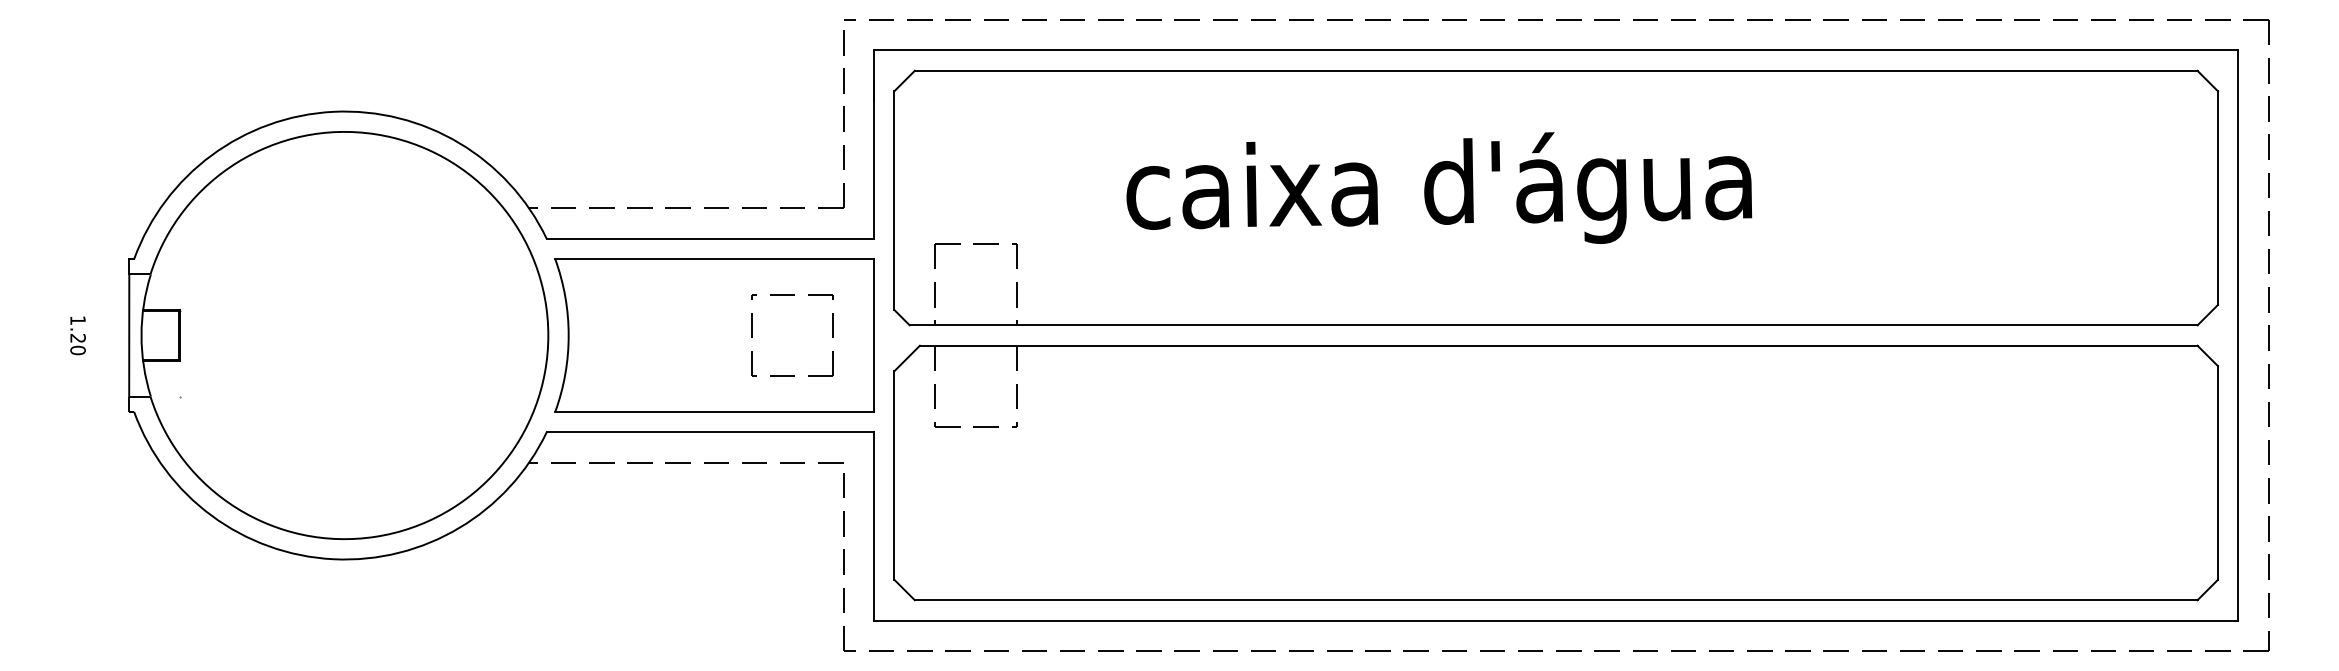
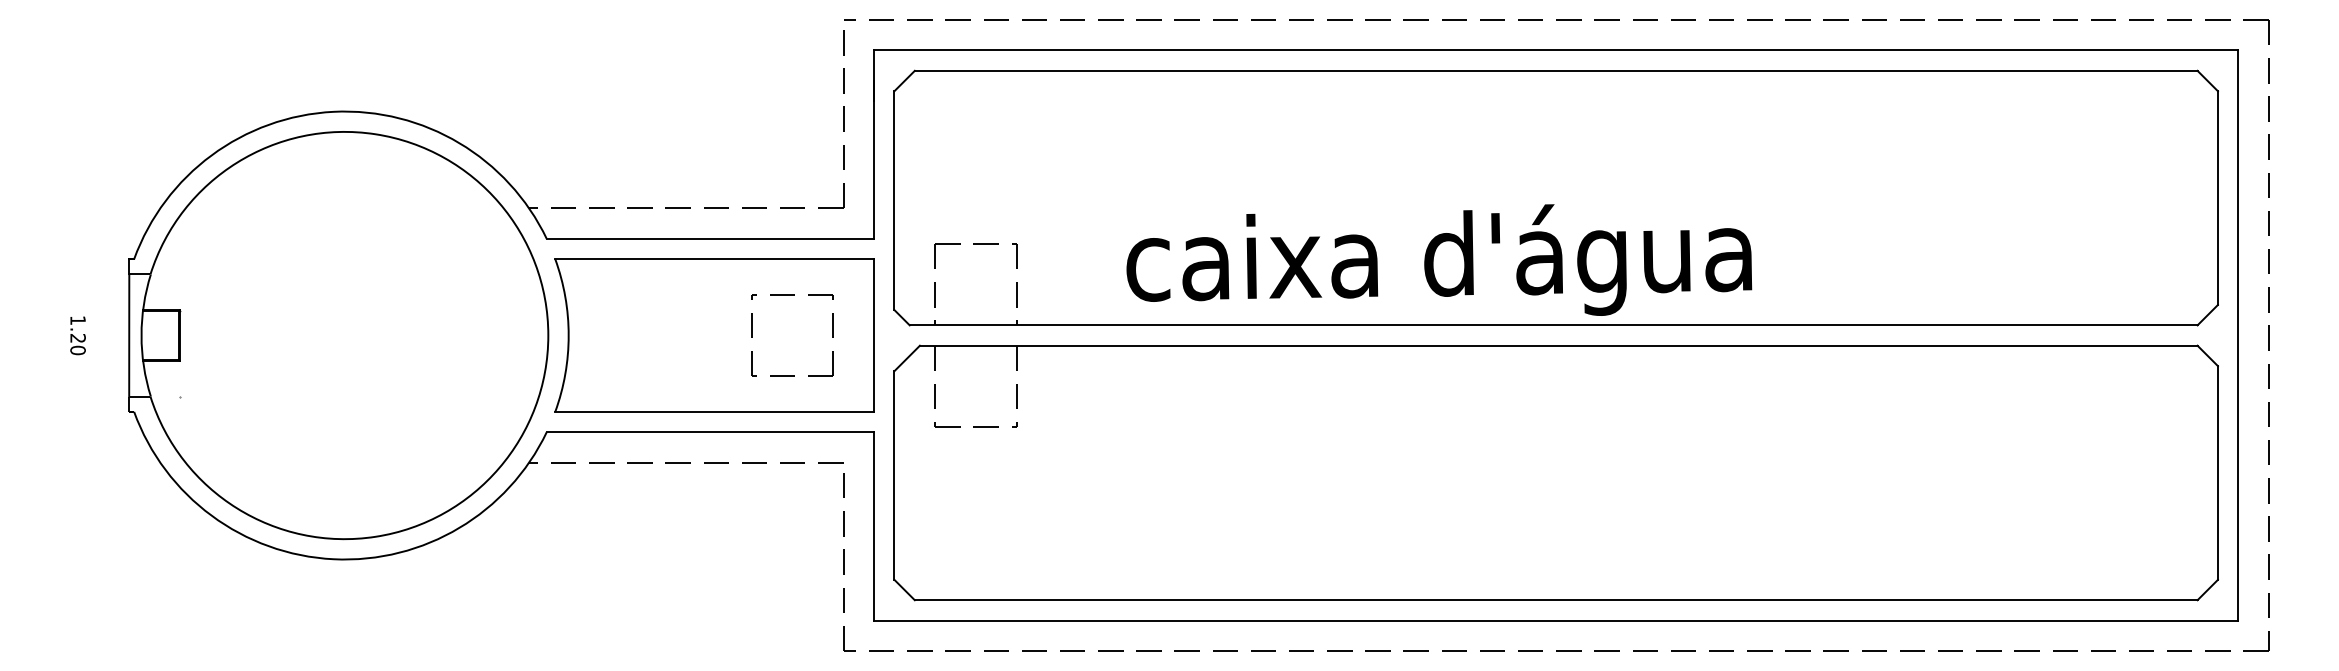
text at (1439, 187) position: (1439, 187) -> (1439, 259)
